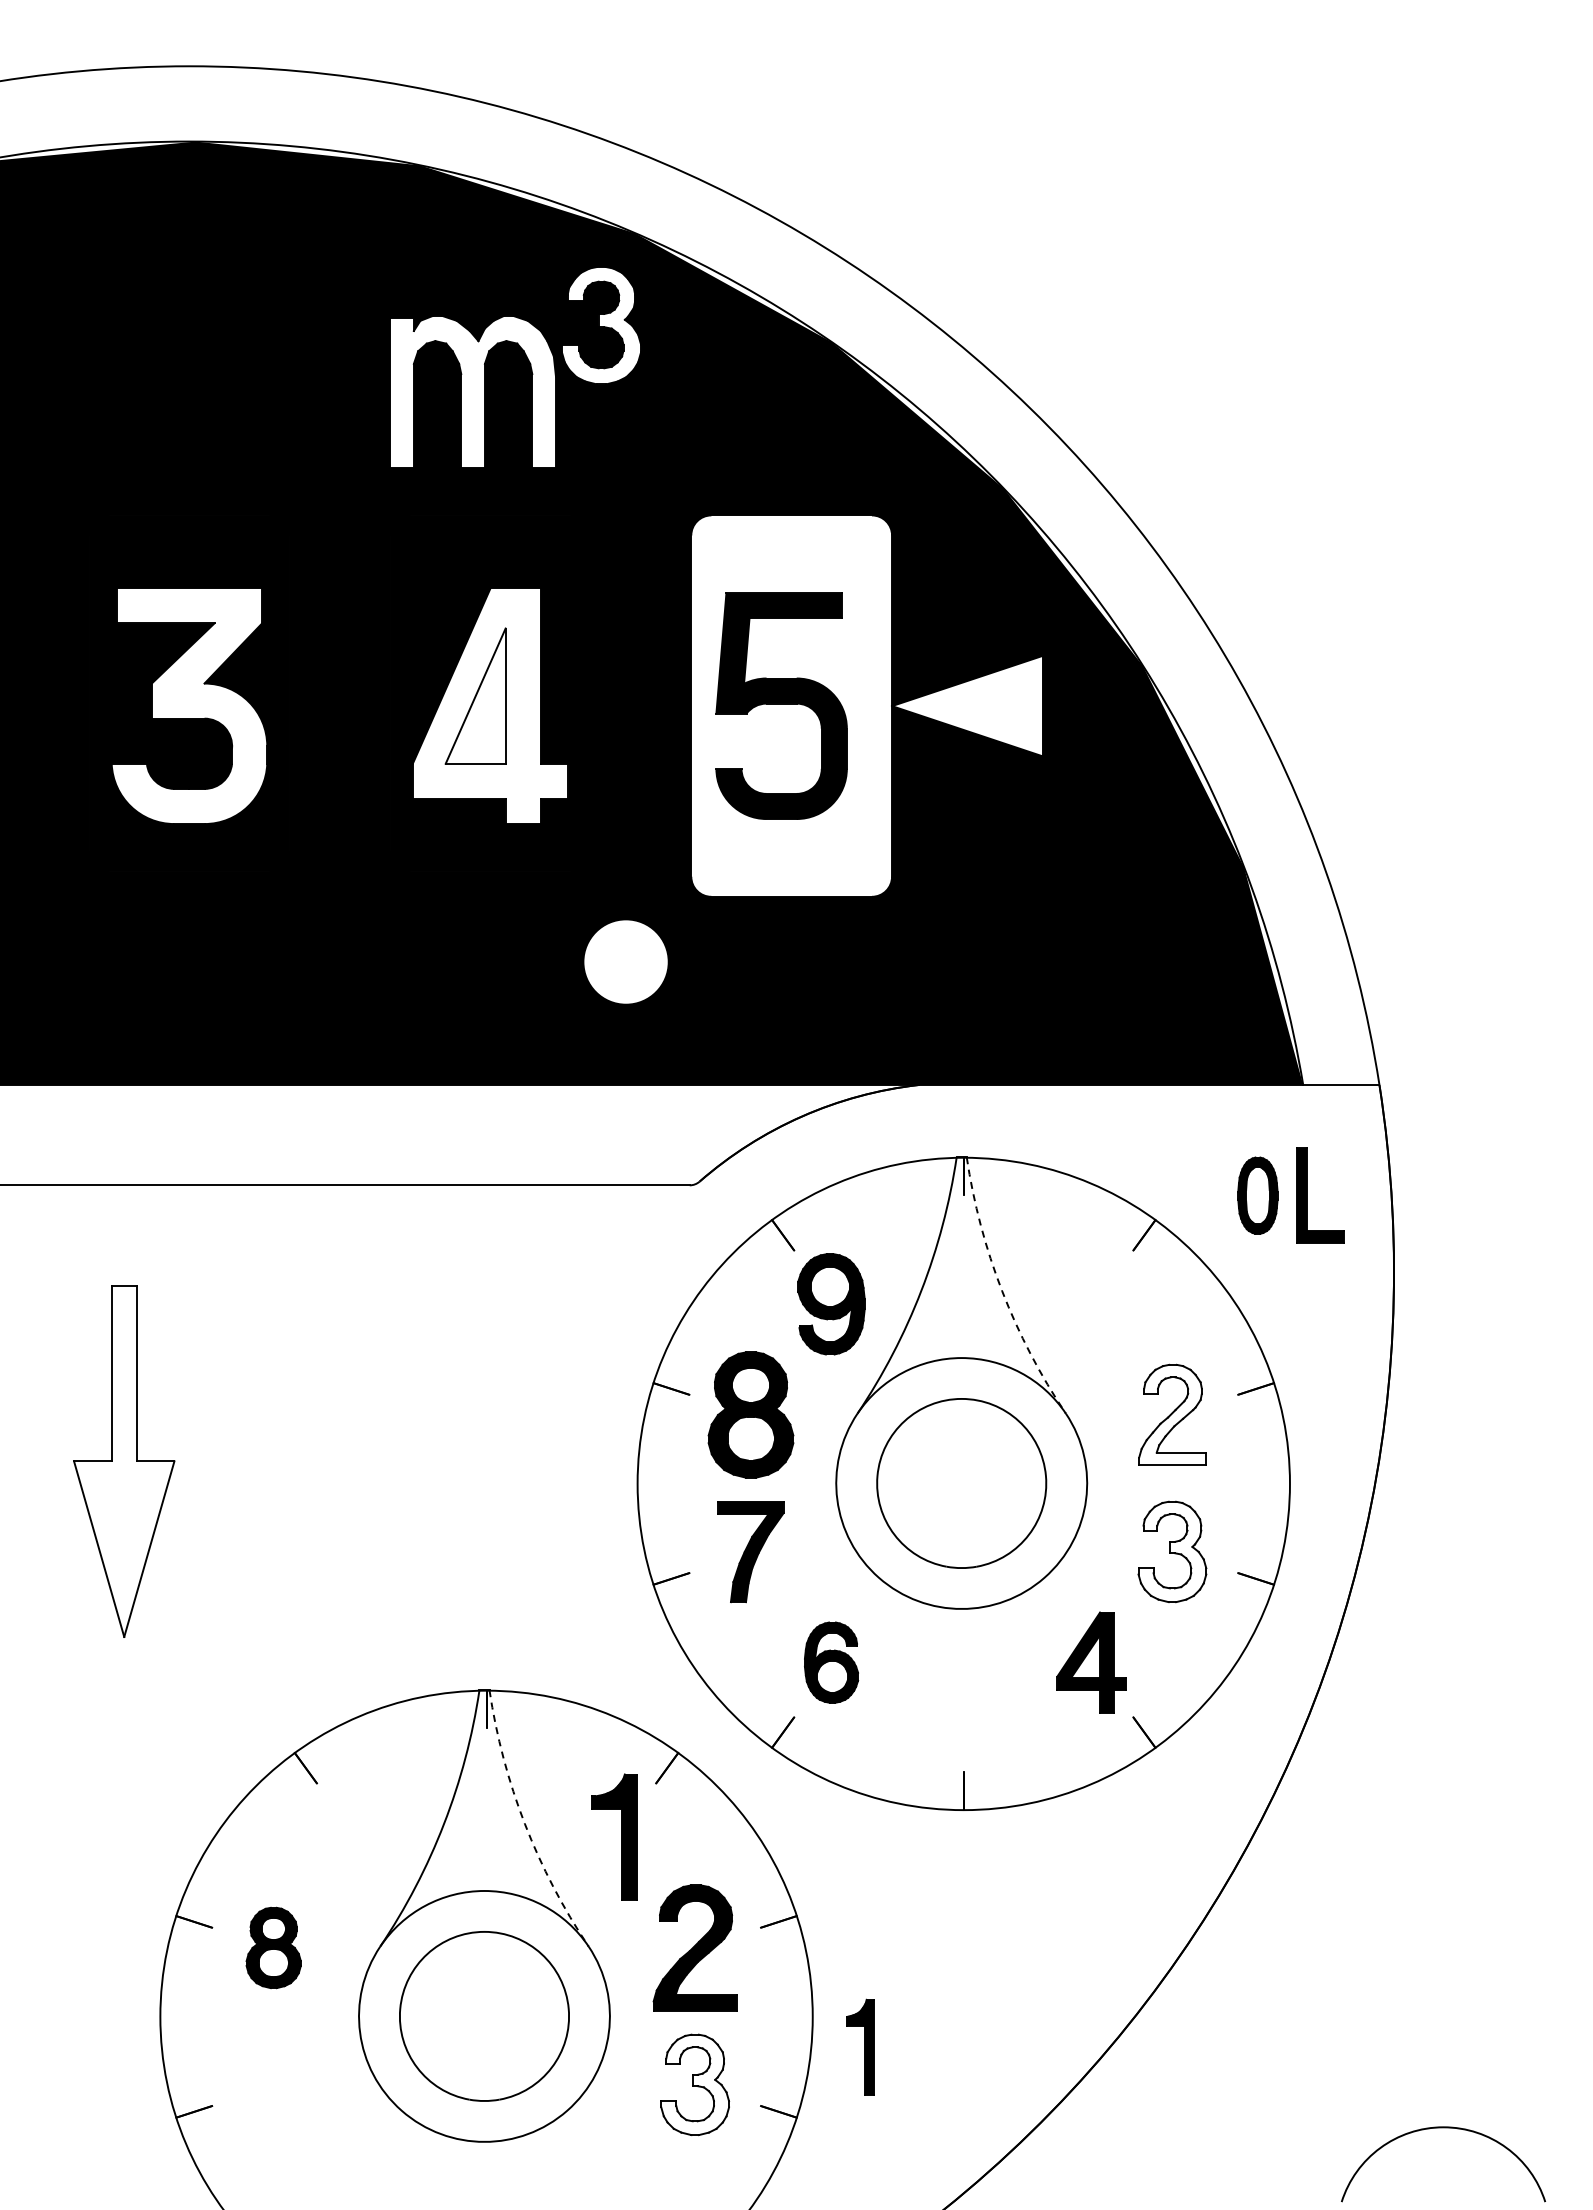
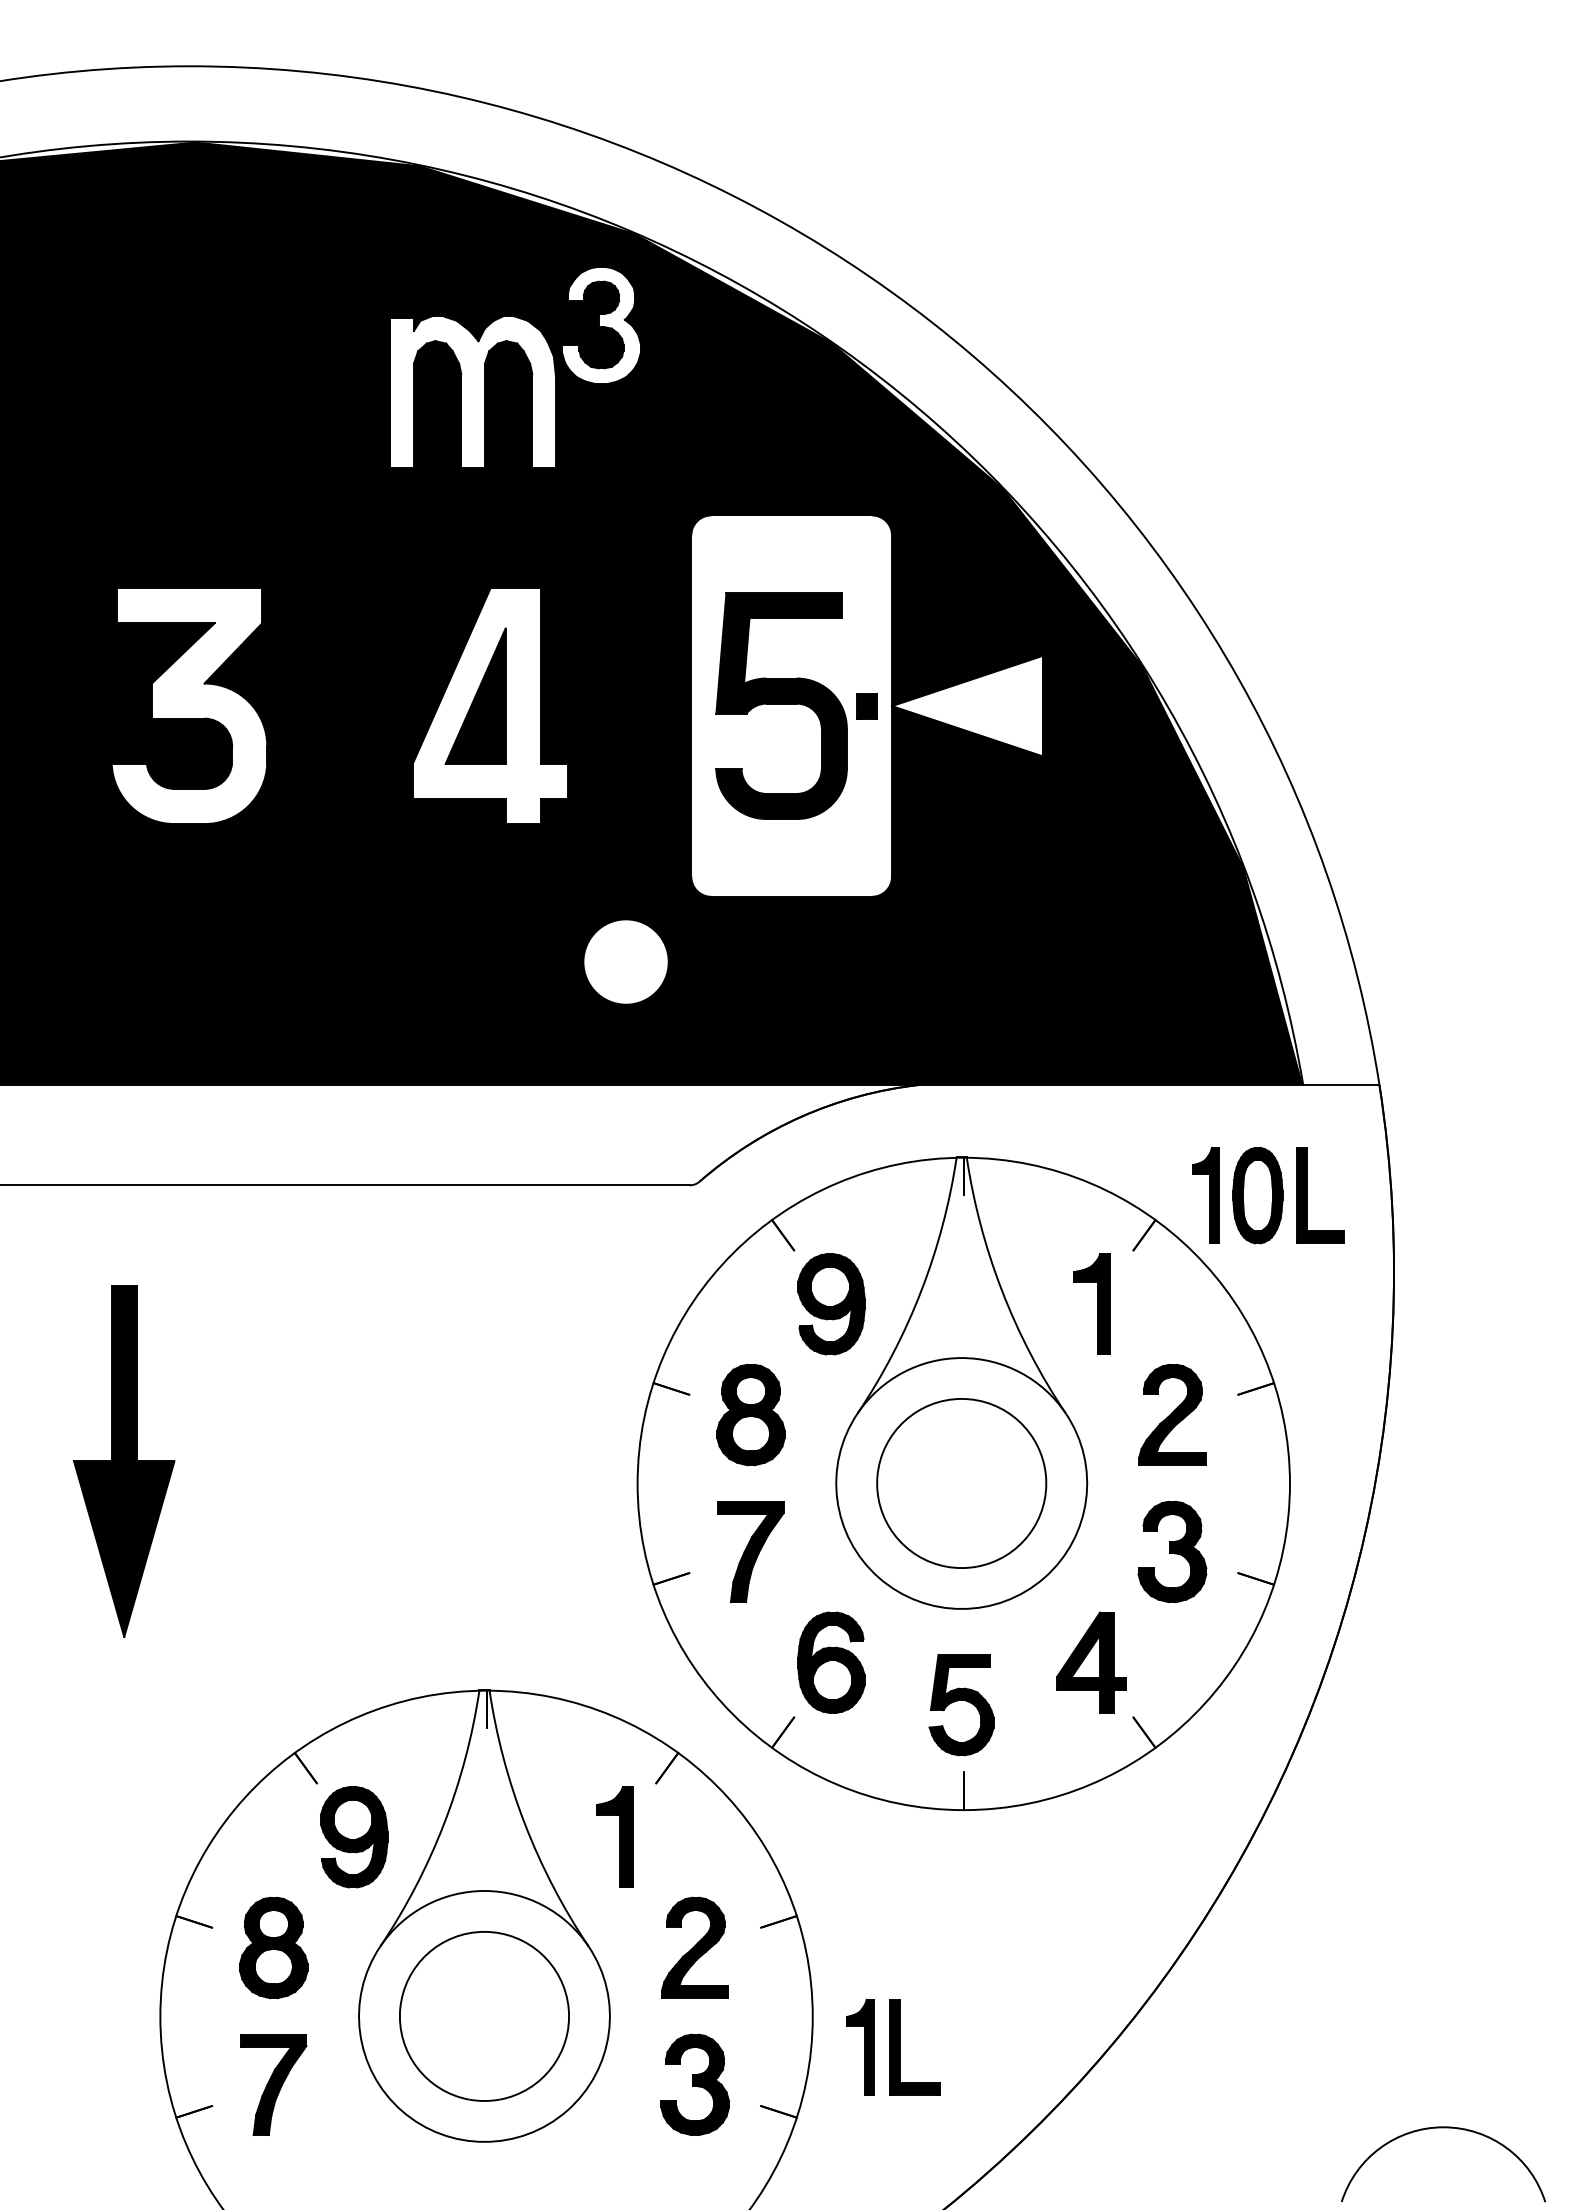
fill at (475, 695): none -> present
part at (866, 706): none -> present
part at (1205, 1195): none -> present
part at (1257, 1195) size: 42x79 px -> 52x98 px
arc at (1002, 1291): dashed -> solid
part at (1091, 1303): none -> present
part at (750, 1414) size: 88x128 px -> 70x104 px
fill at (1172, 1414): none -> present
fill at (124, 1460): none -> present
fill at (1172, 1551): none -> present
part at (831, 1662) size: 56x83 px -> 69x103 px
part at (961, 1705): none -> present
arc at (524, 1823): dashed -> solid
part at (614, 1836) size: 47x128 px -> 38x102 px
part at (354, 1837): none -> present
part at (273, 1947) size: 57x84 px -> 71x104 px
part at (694, 1947) size: 86x128 px -> 68x103 px
part at (900, 2047): none -> present
part at (273, 2084): none -> present
fill at (695, 2084): none -> present
